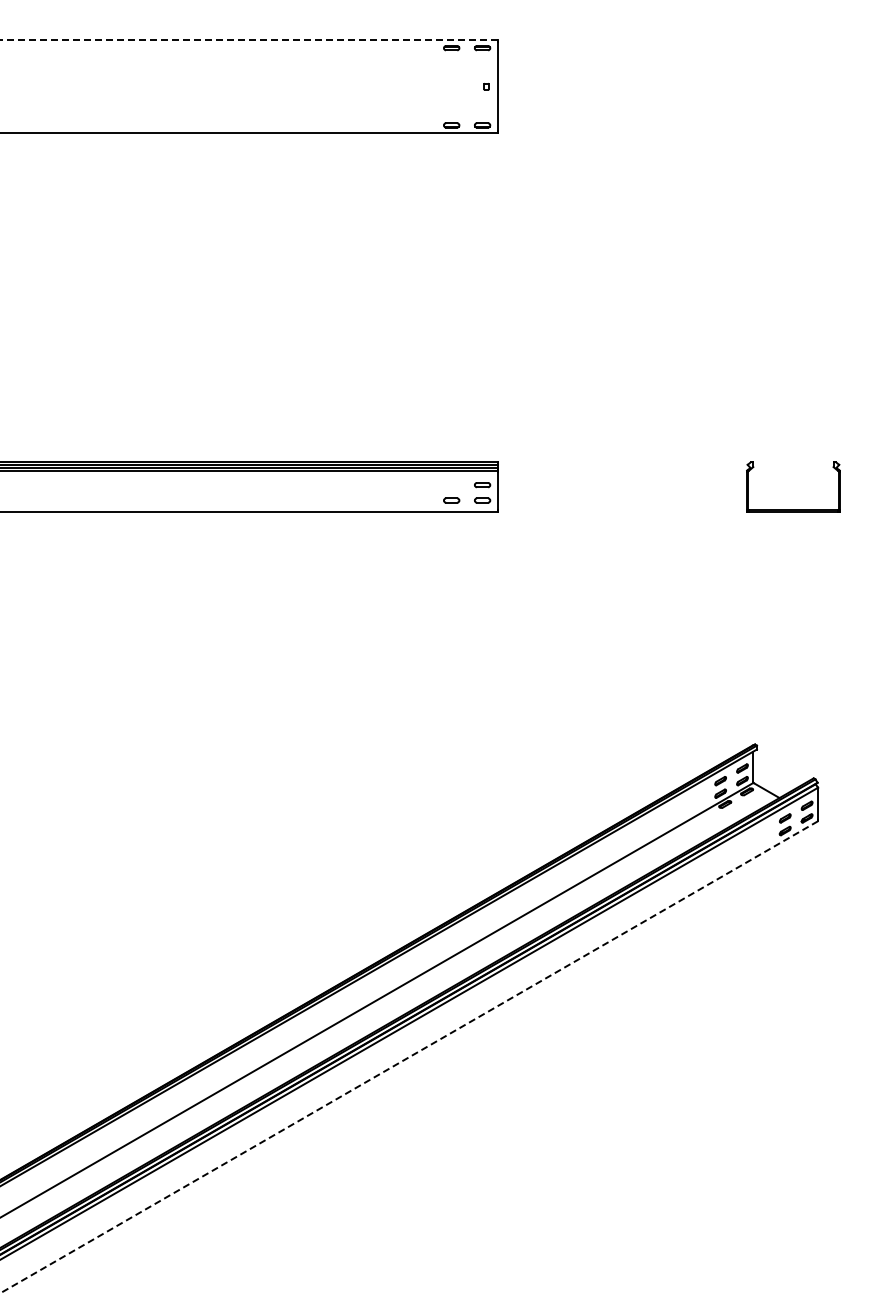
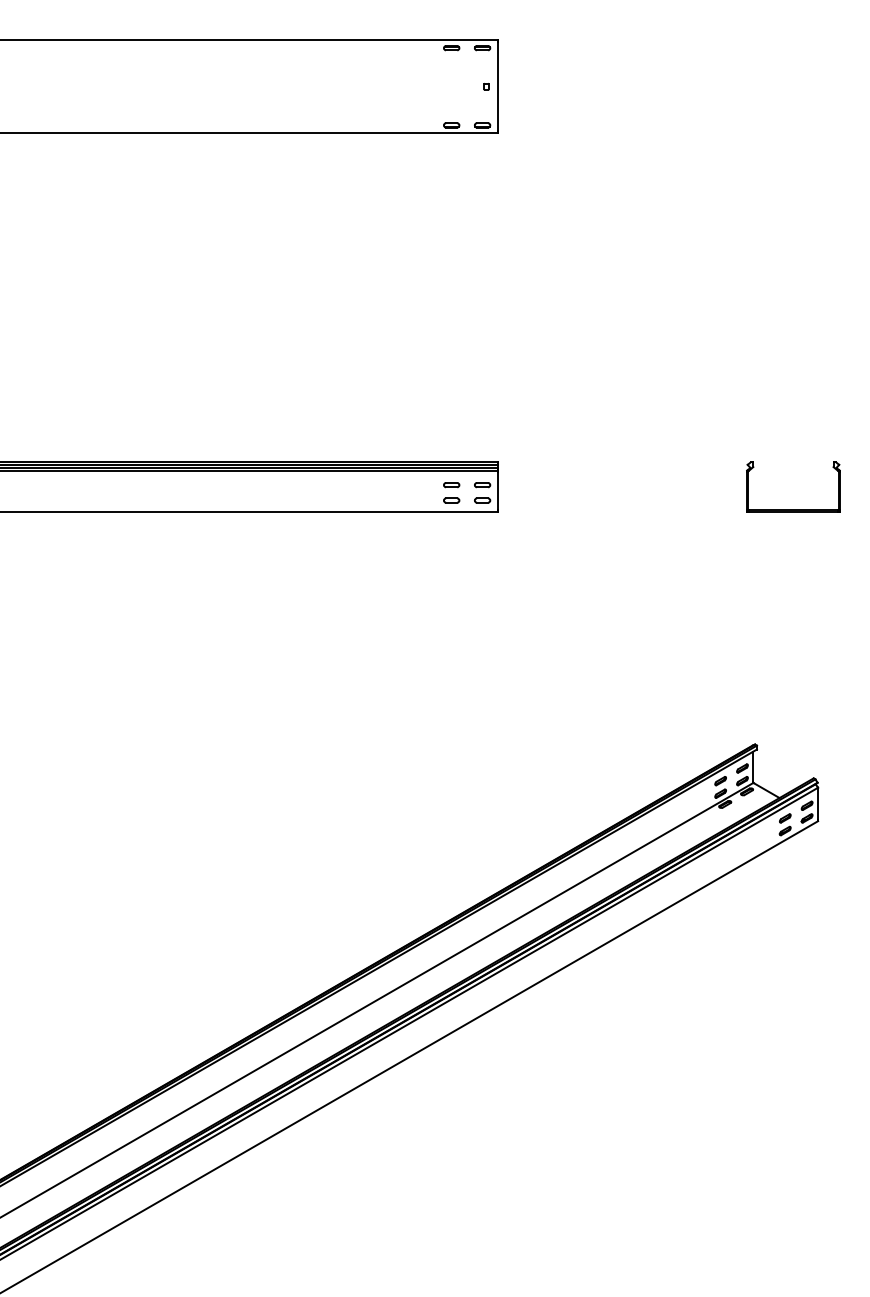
line at (249, 40): dashed -> solid
part at (451, 485): none -> present
line at (409, 1057): dashed -> solid
